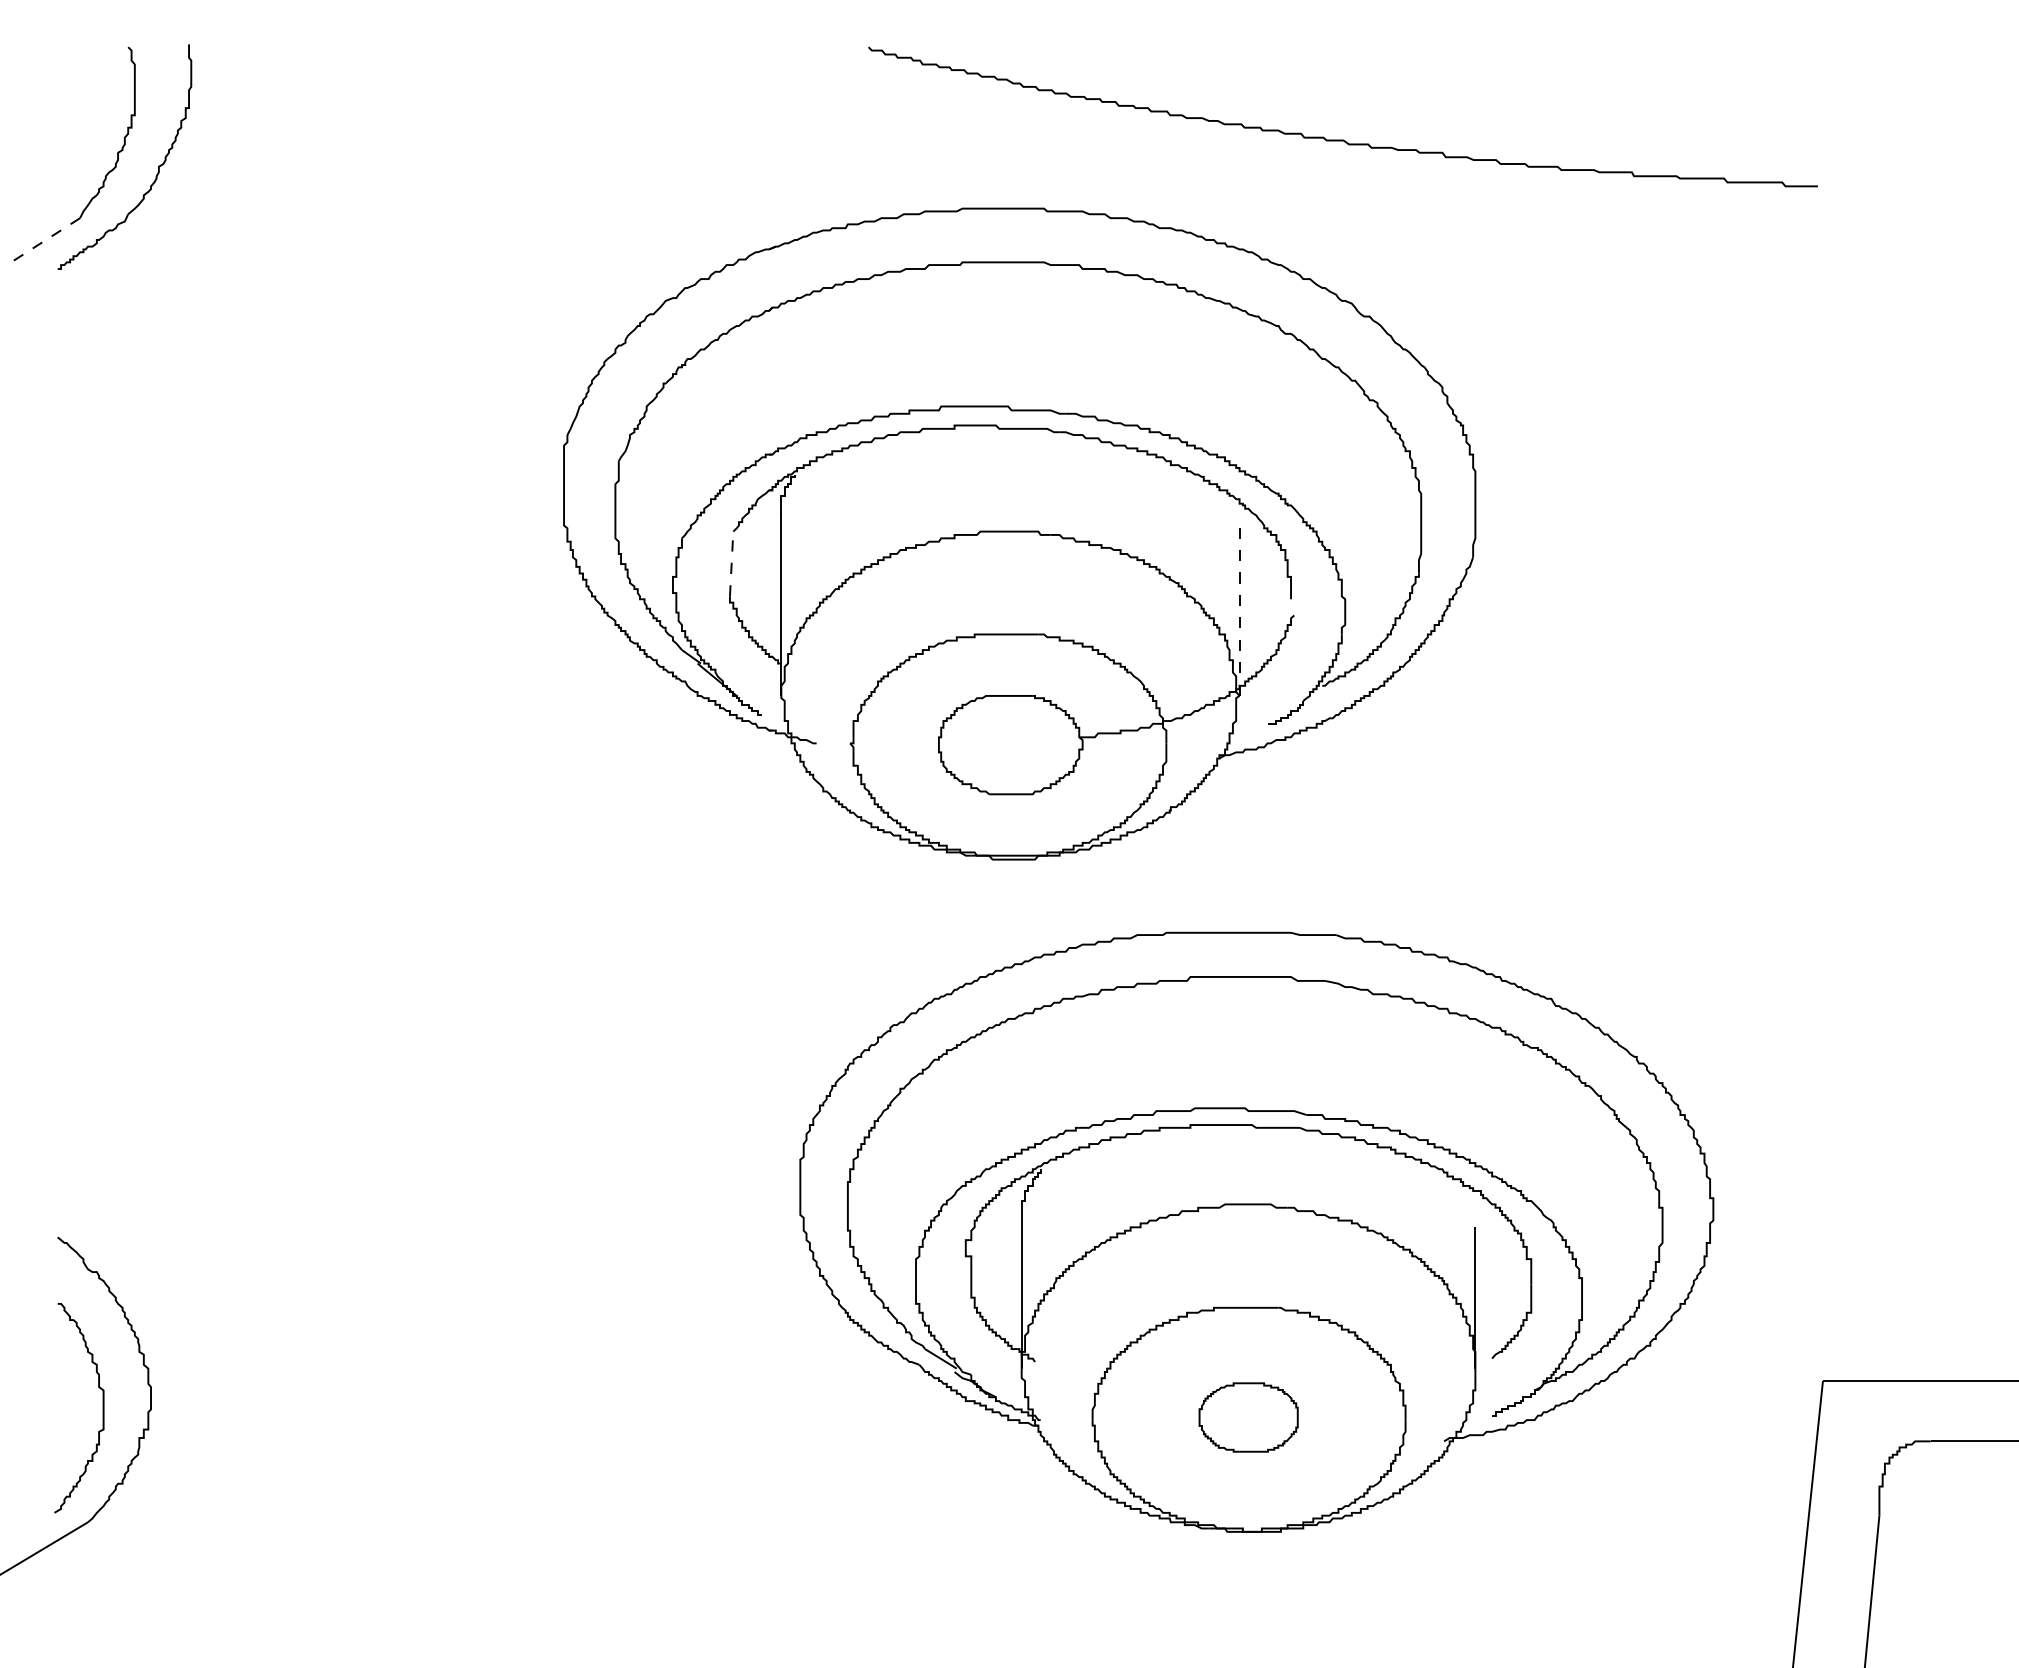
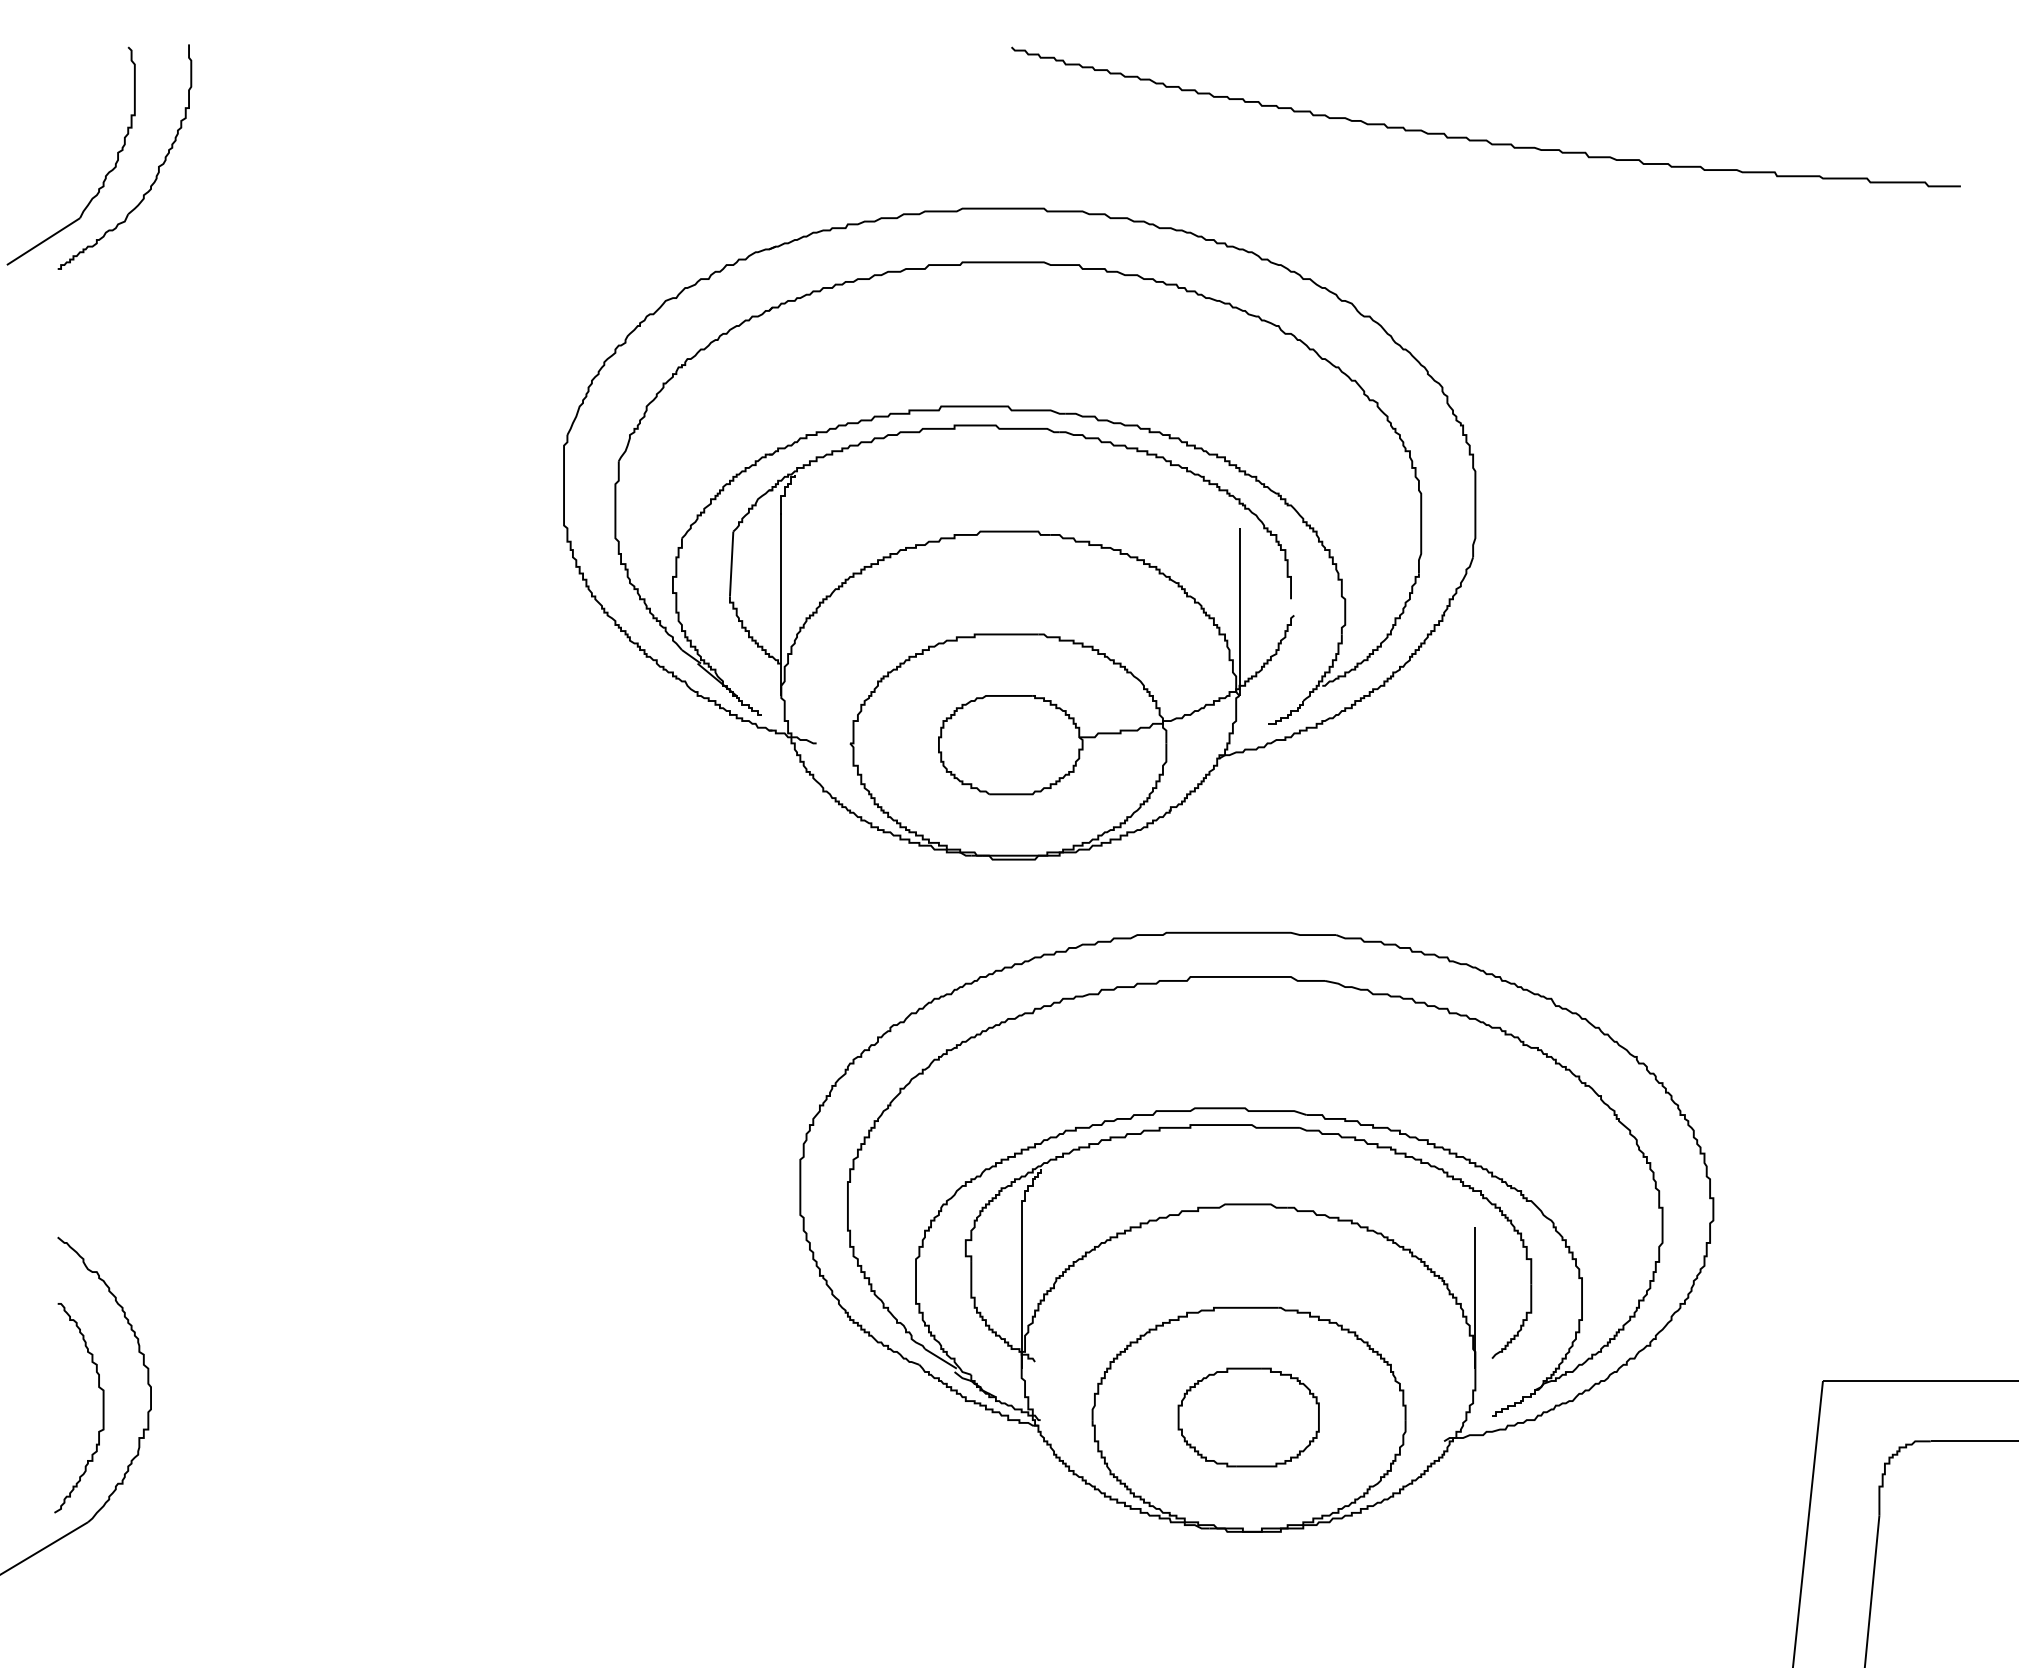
curve at (1342, 139) position: (1342, 139) -> (1485, 139)
line at (43, 241): dashed -> solid
line at (731, 563): dashed -> solid
line at (1239, 612): dashed -> solid
part at (1248, 1417) size: 101x71 px -> 143x101 px
